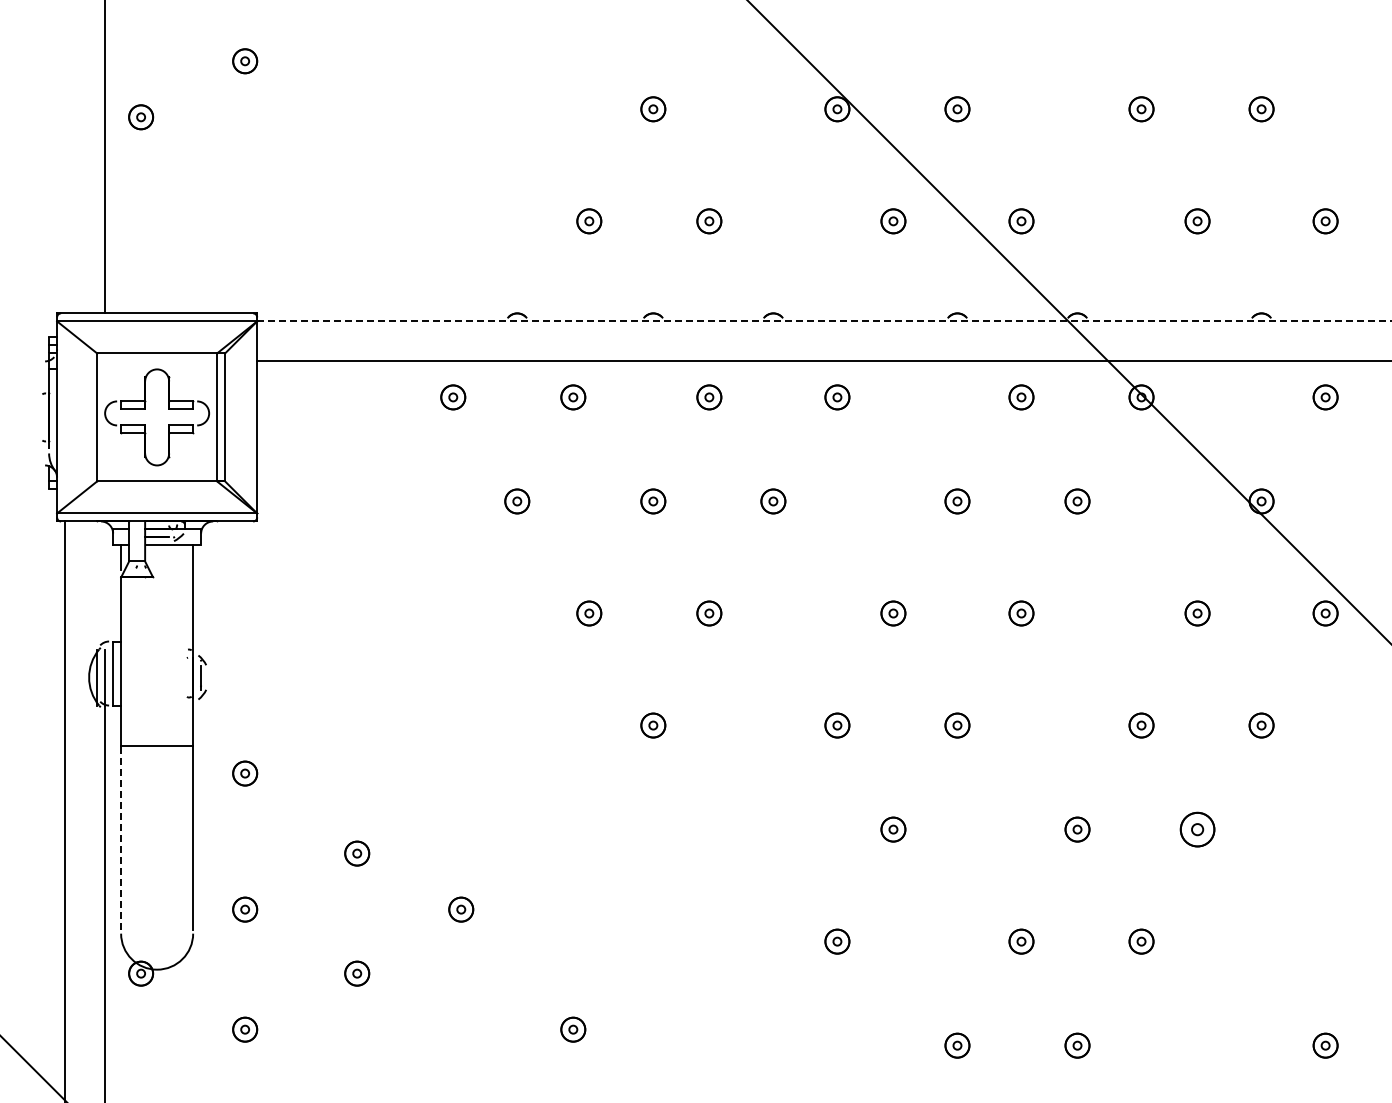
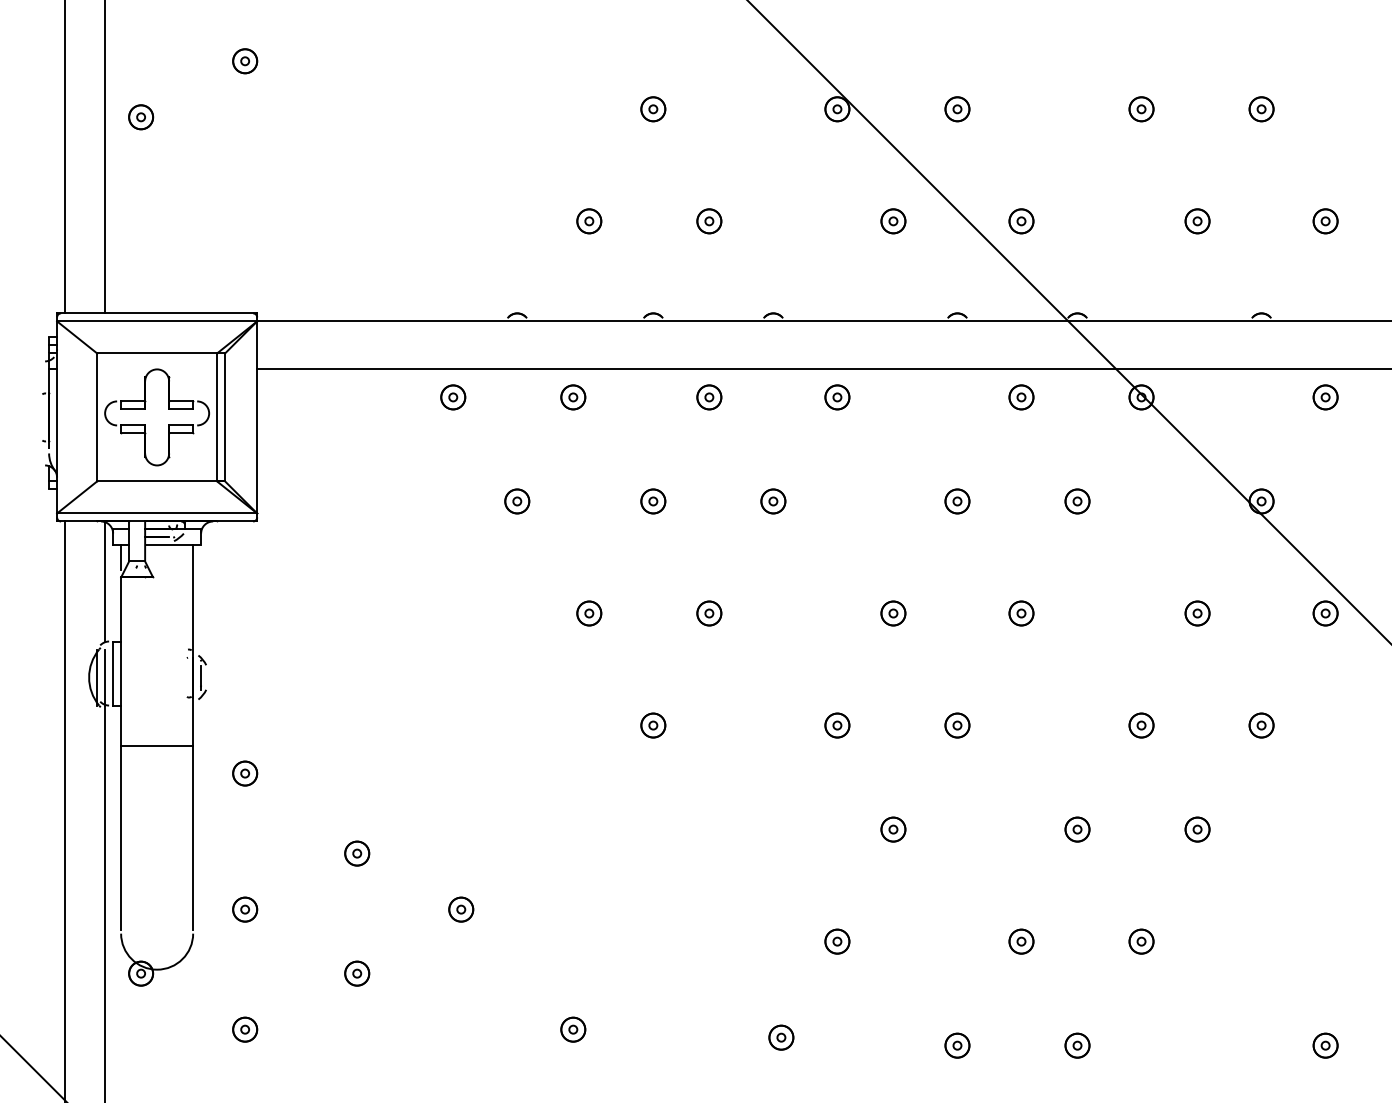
line at (65, 157): none -> present
line at (824, 321): dashed -> solid
line at (822, 361) position: (822, 361) -> (822, 369)
line at (105, 581): none -> present
part at (1197, 829) size: 37x37 px -> 27x27 px
line at (121, 837): dashed -> solid
part at (781, 1037): none -> present
